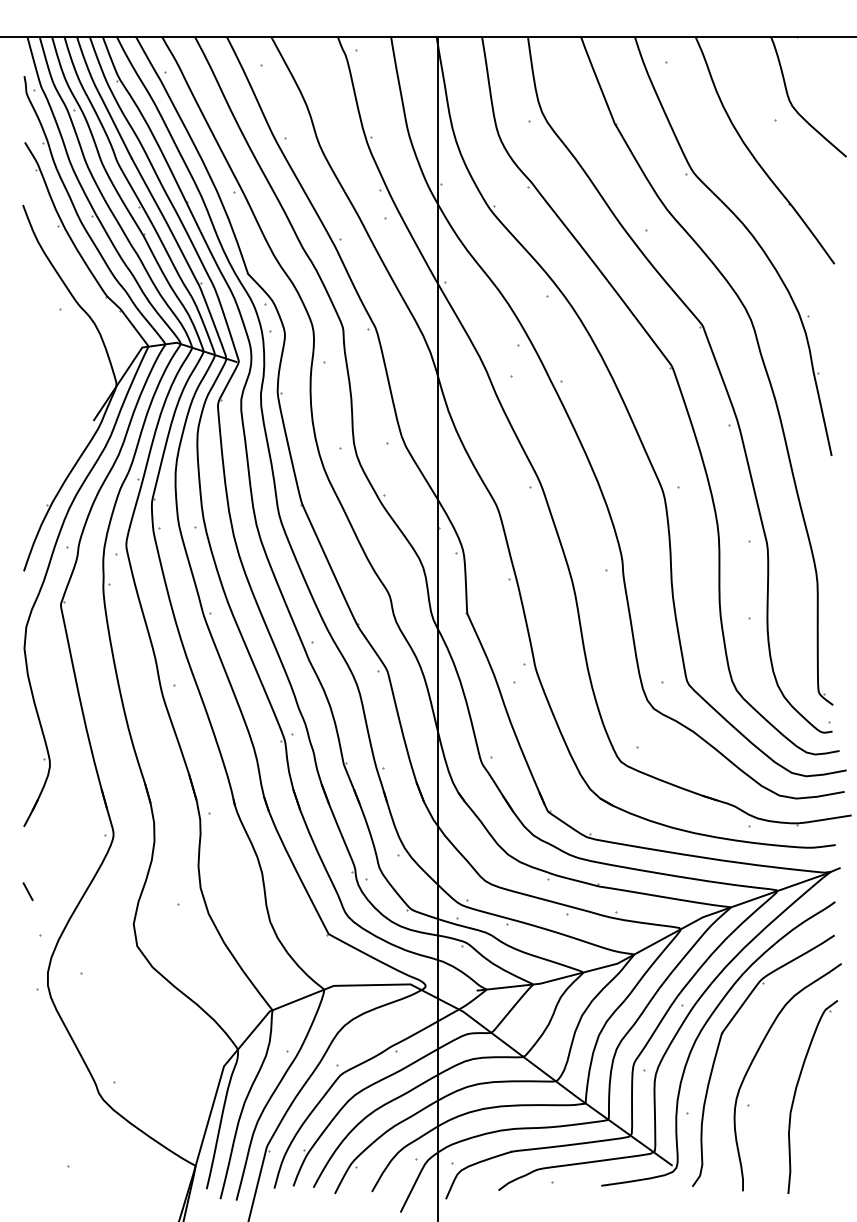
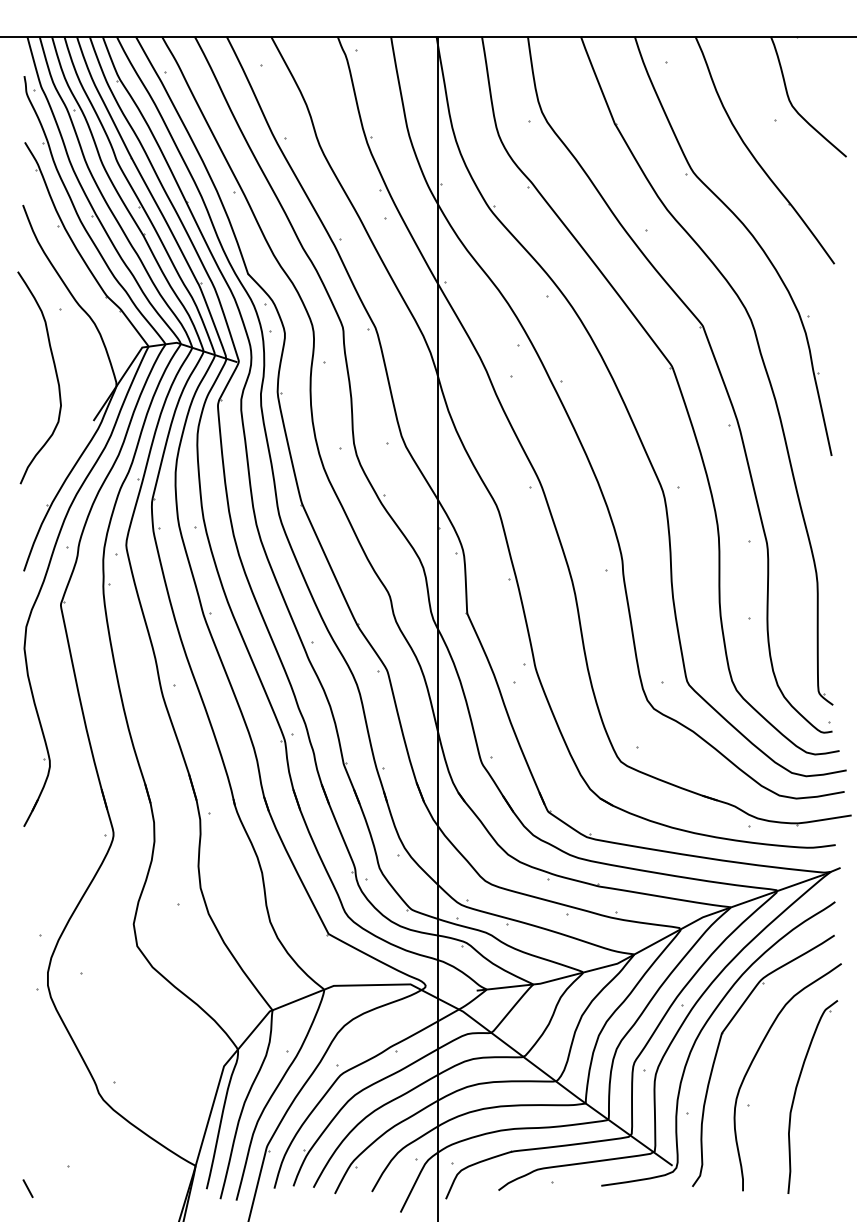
curve at (55, 374): none -> present
line at (27, 891) position: (27, 891) -> (27, 1188)
